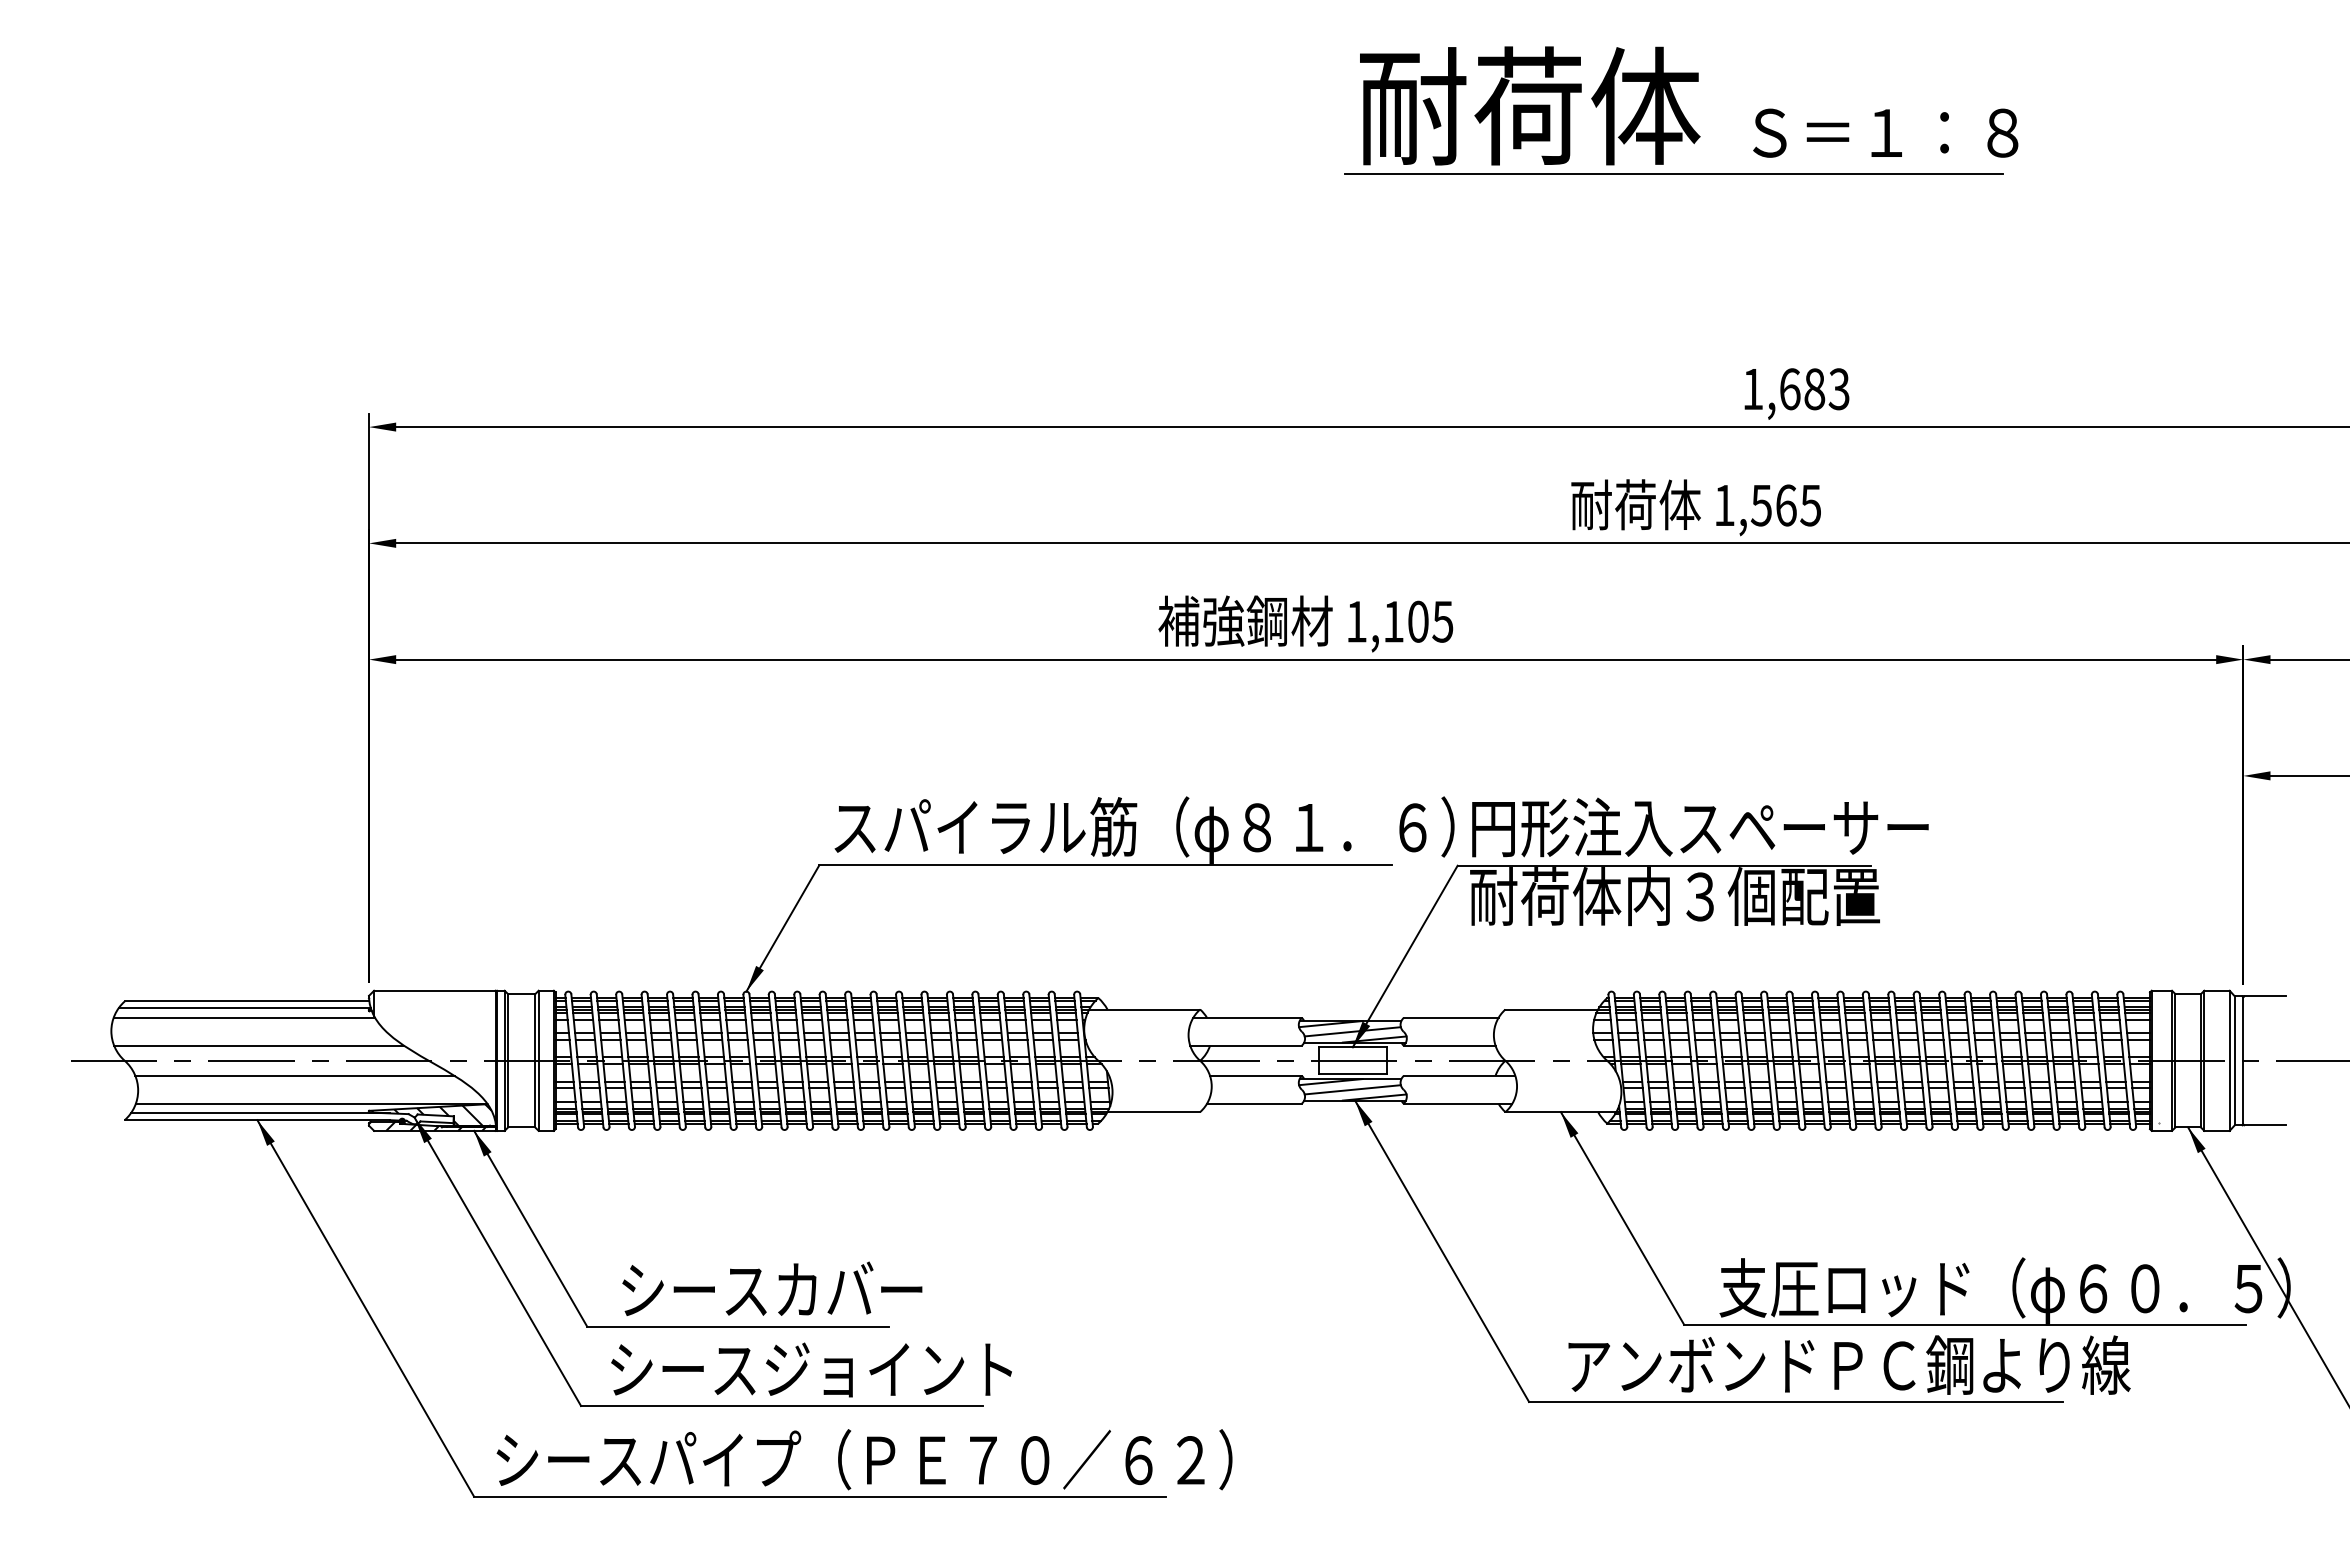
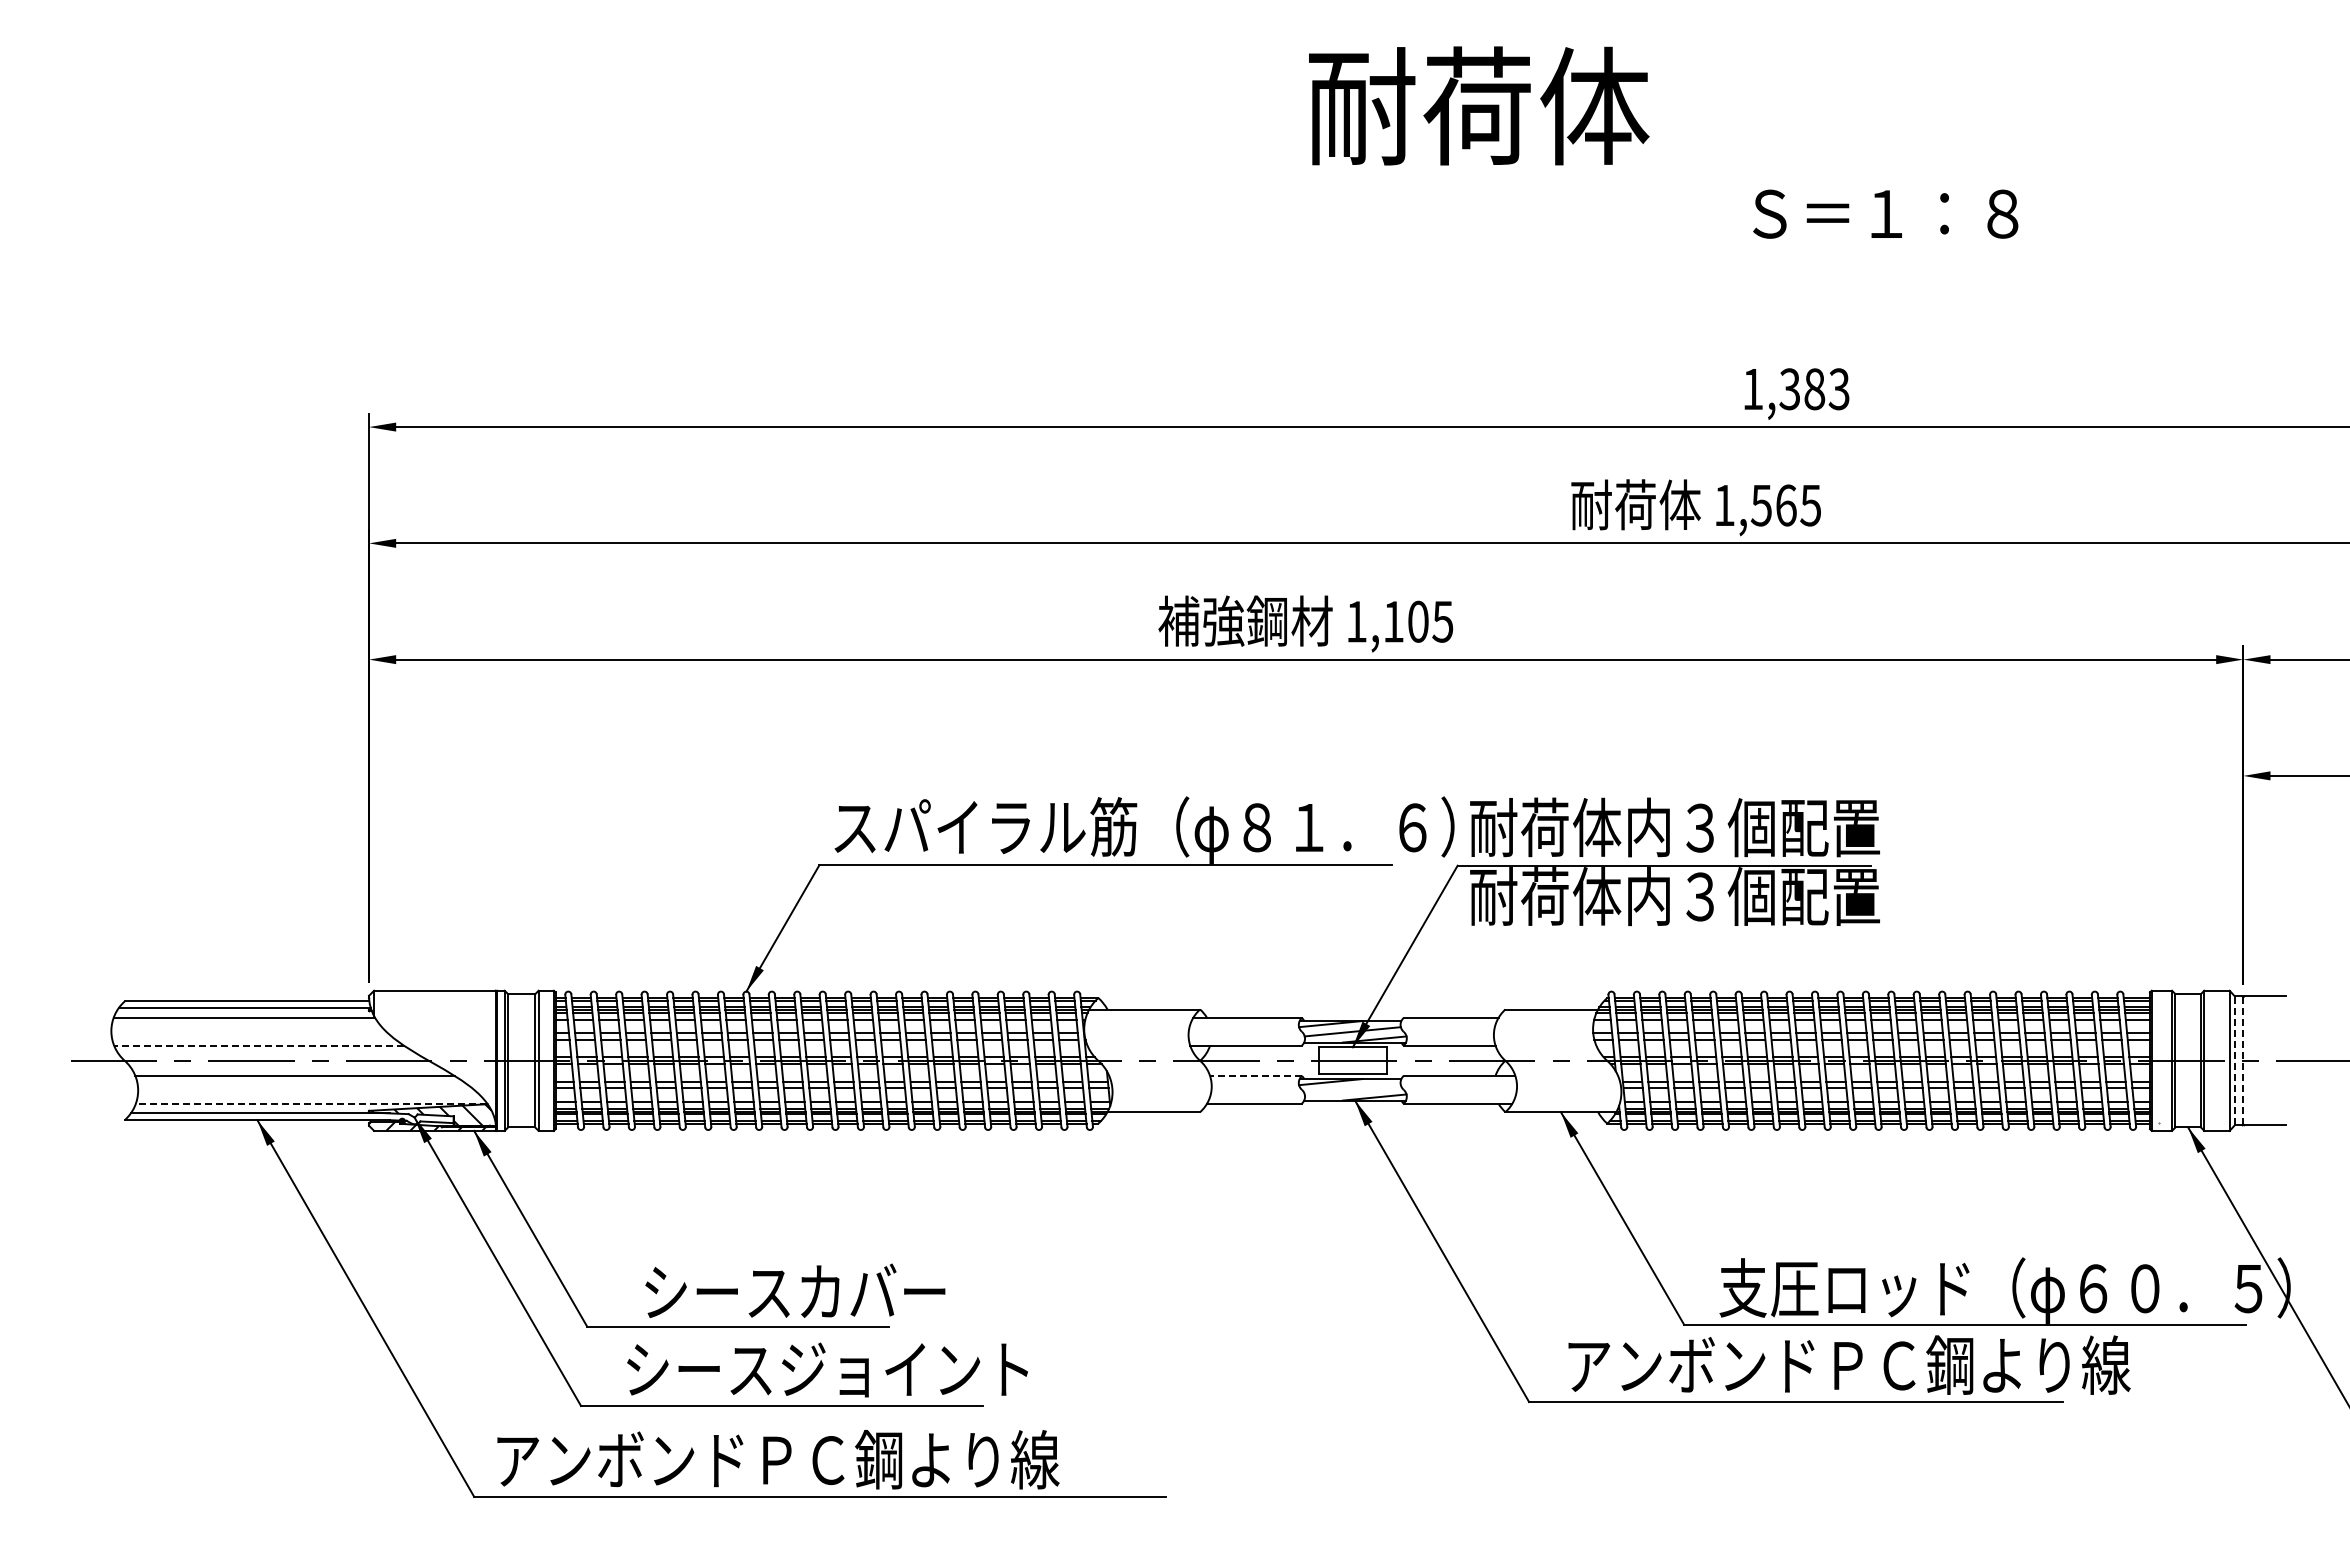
text at (1530, 105) position: (1530, 105) -> (1479, 105)
text at (1885, 132) position: (1885, 132) -> (1885, 213)
line at (1674, 174): present -> none
text at (1789, 389): 1,683 -> 1,383
text at (1699, 827): 円形注入スペーサー -> 耐荷体内３個配置
line at (259, 1045): solid -> dashed
line at (2234, 1060): solid -> dashed
line at (2243, 1060): solid -> dashed
line at (1256, 1076): solid -> dashed
line at (1352, 1089): present -> none
line at (311, 1103): solid -> dashed
text at (772, 1288) position: (772, 1288) -> (795, 1290)
text at (811, 1369) position: (811, 1369) -> (827, 1369)
text at (864, 1459): シースパイプ（ＰＥ７０／６２） -> アンボンドＰＣ鋼より線
